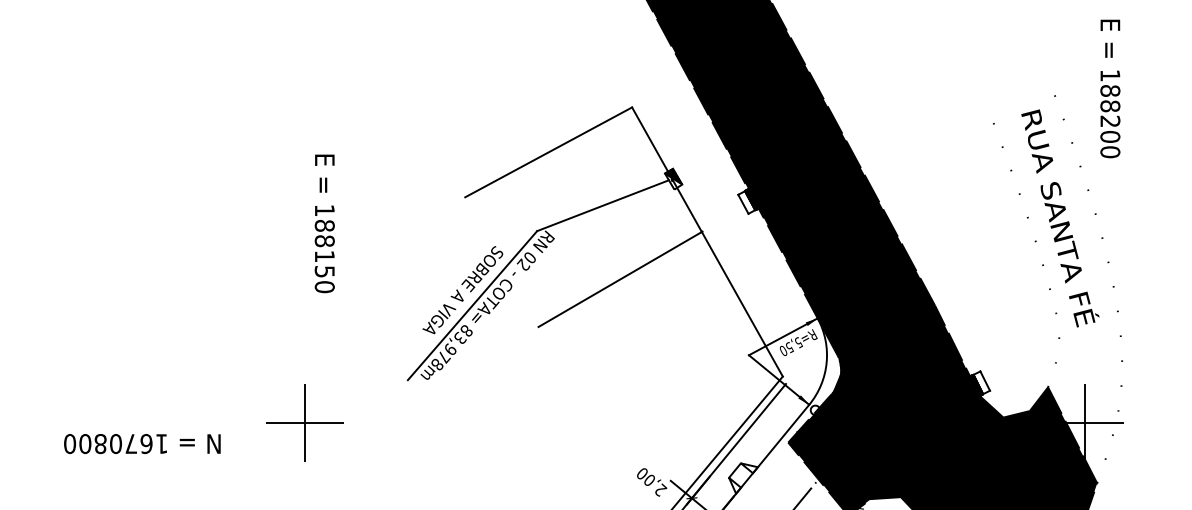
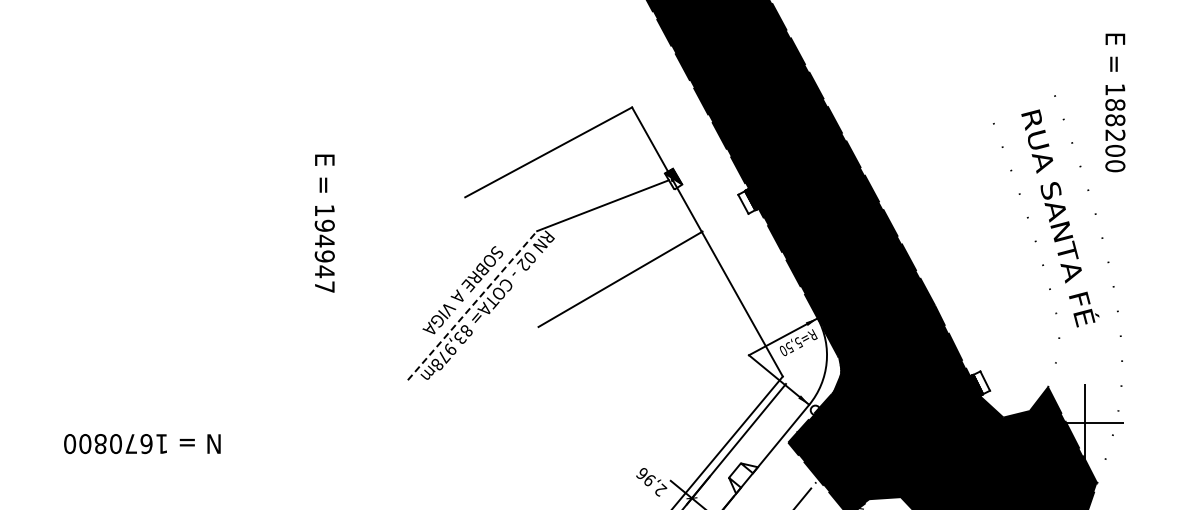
text at (1110, 88) position: (1110, 88) -> (1115, 102)
text at (324, 256): 188150 -> 194947
line at (472, 305): solid -> dashed
part at (304, 422): present -> none
text at (645, 477): 2,00 -> 2,96
